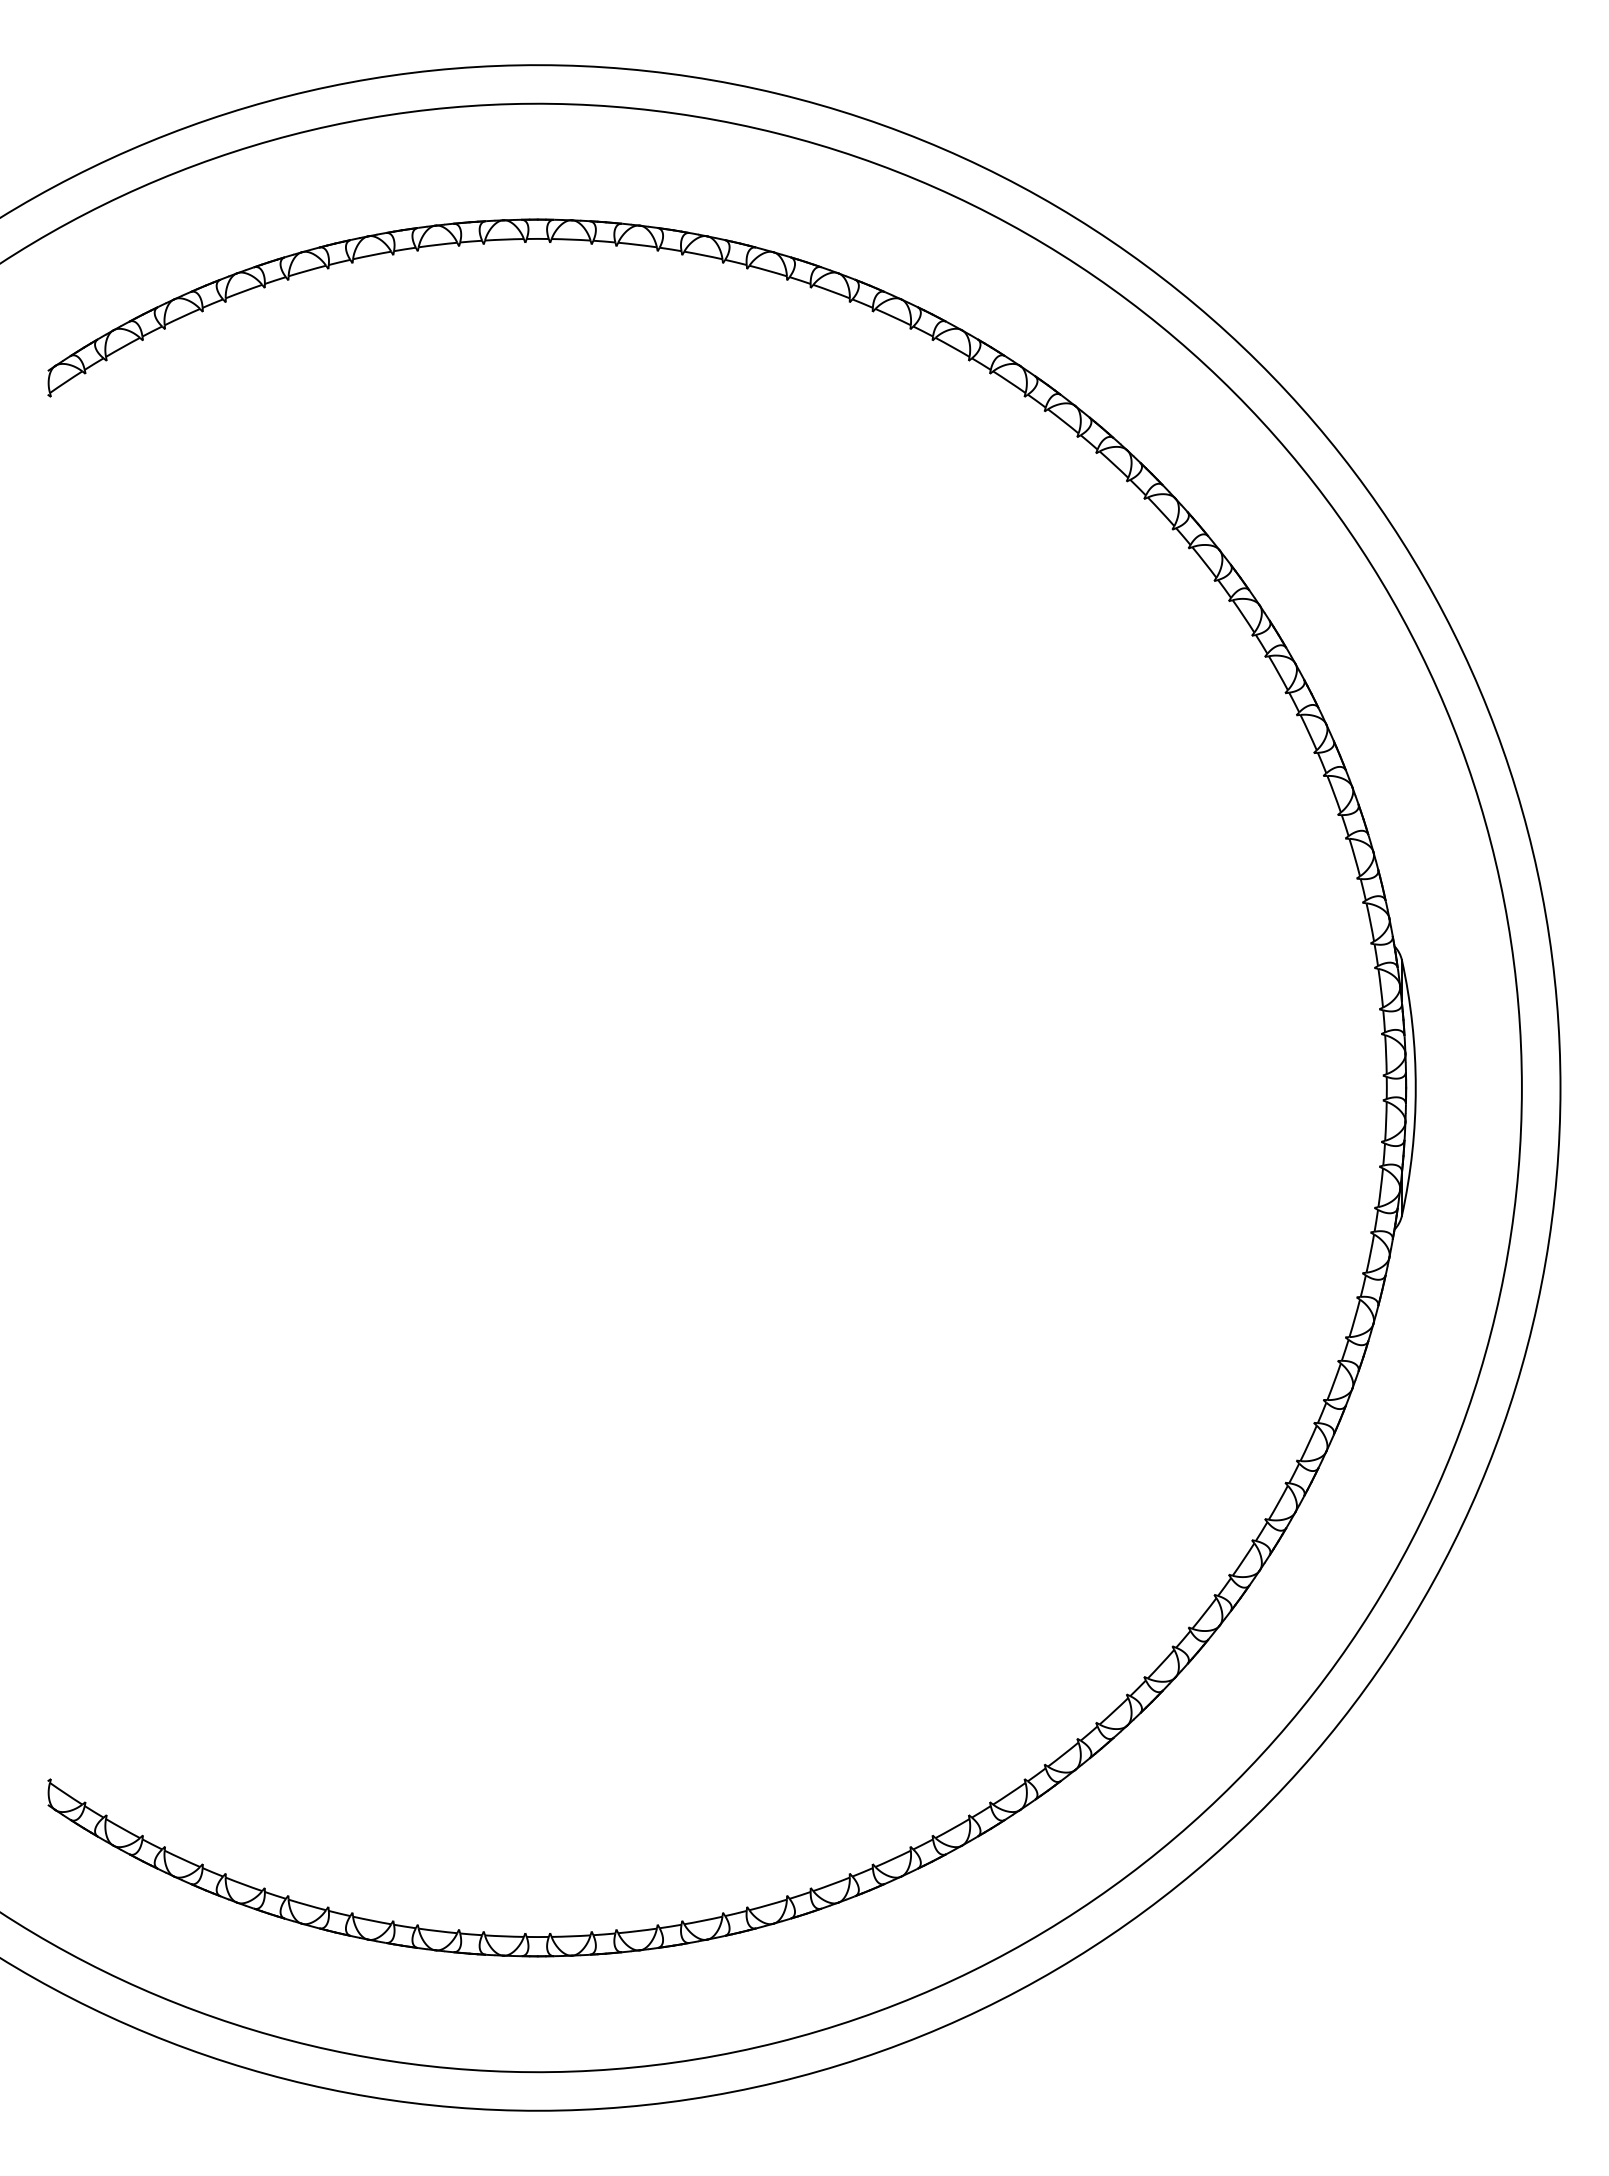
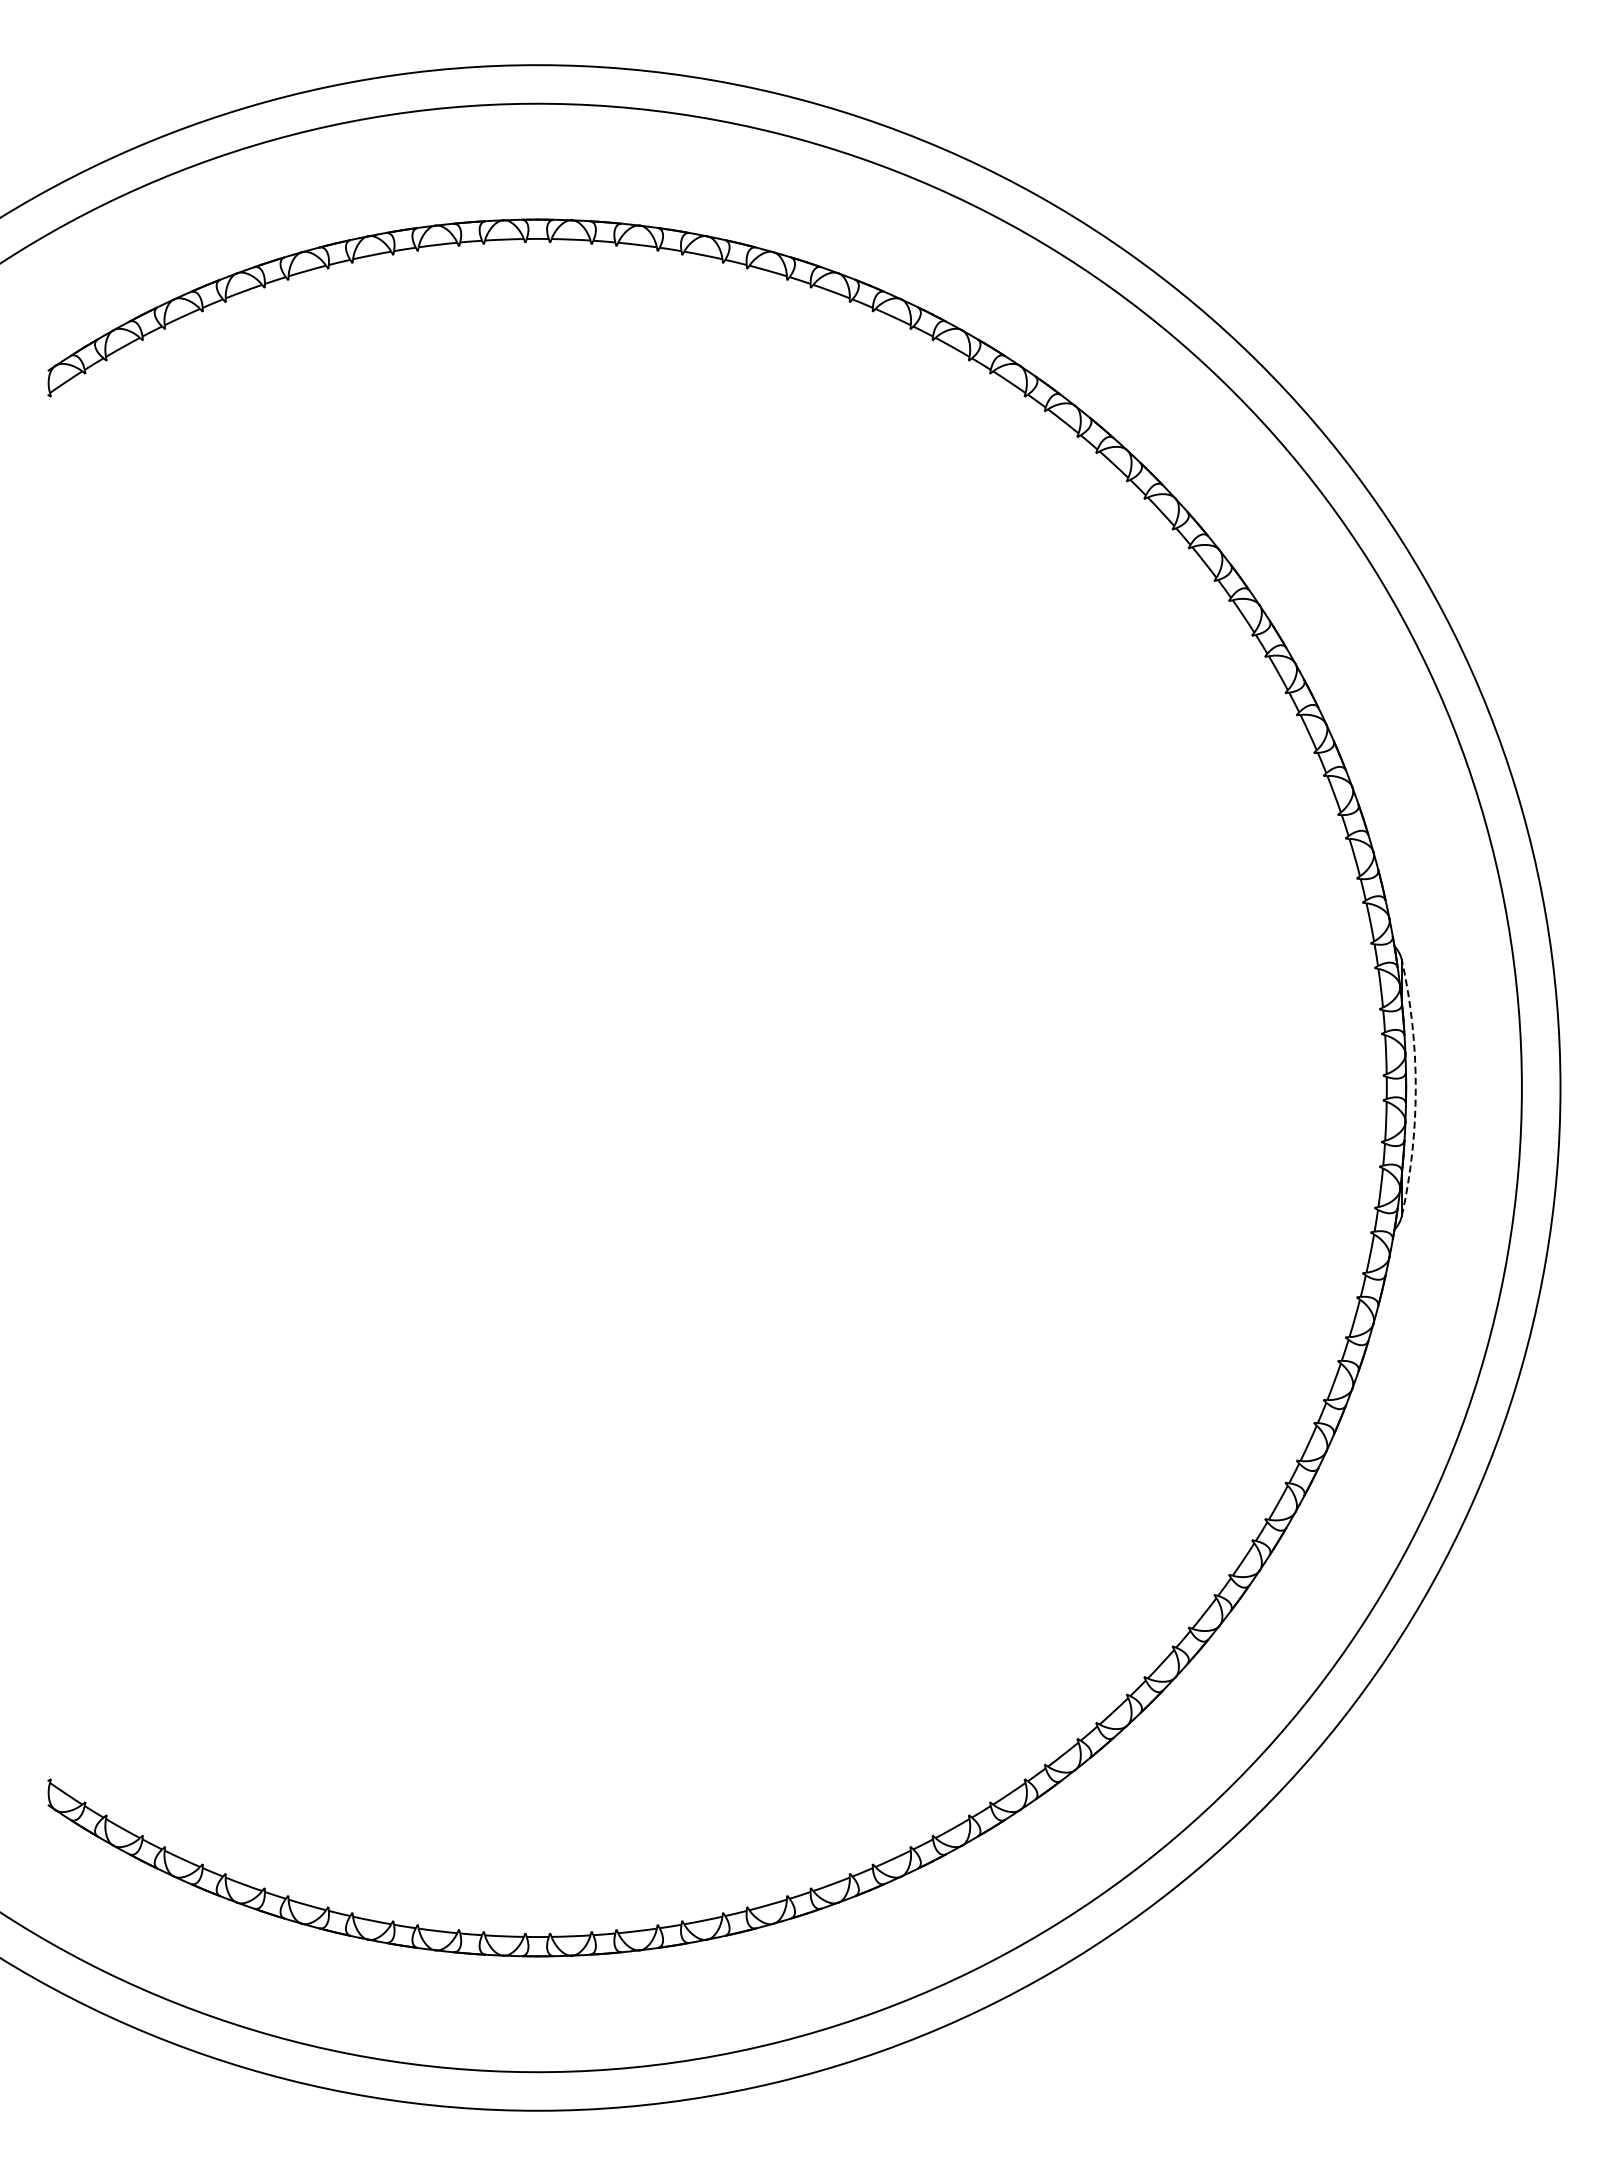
arc at (1415, 1087): solid -> dashed
